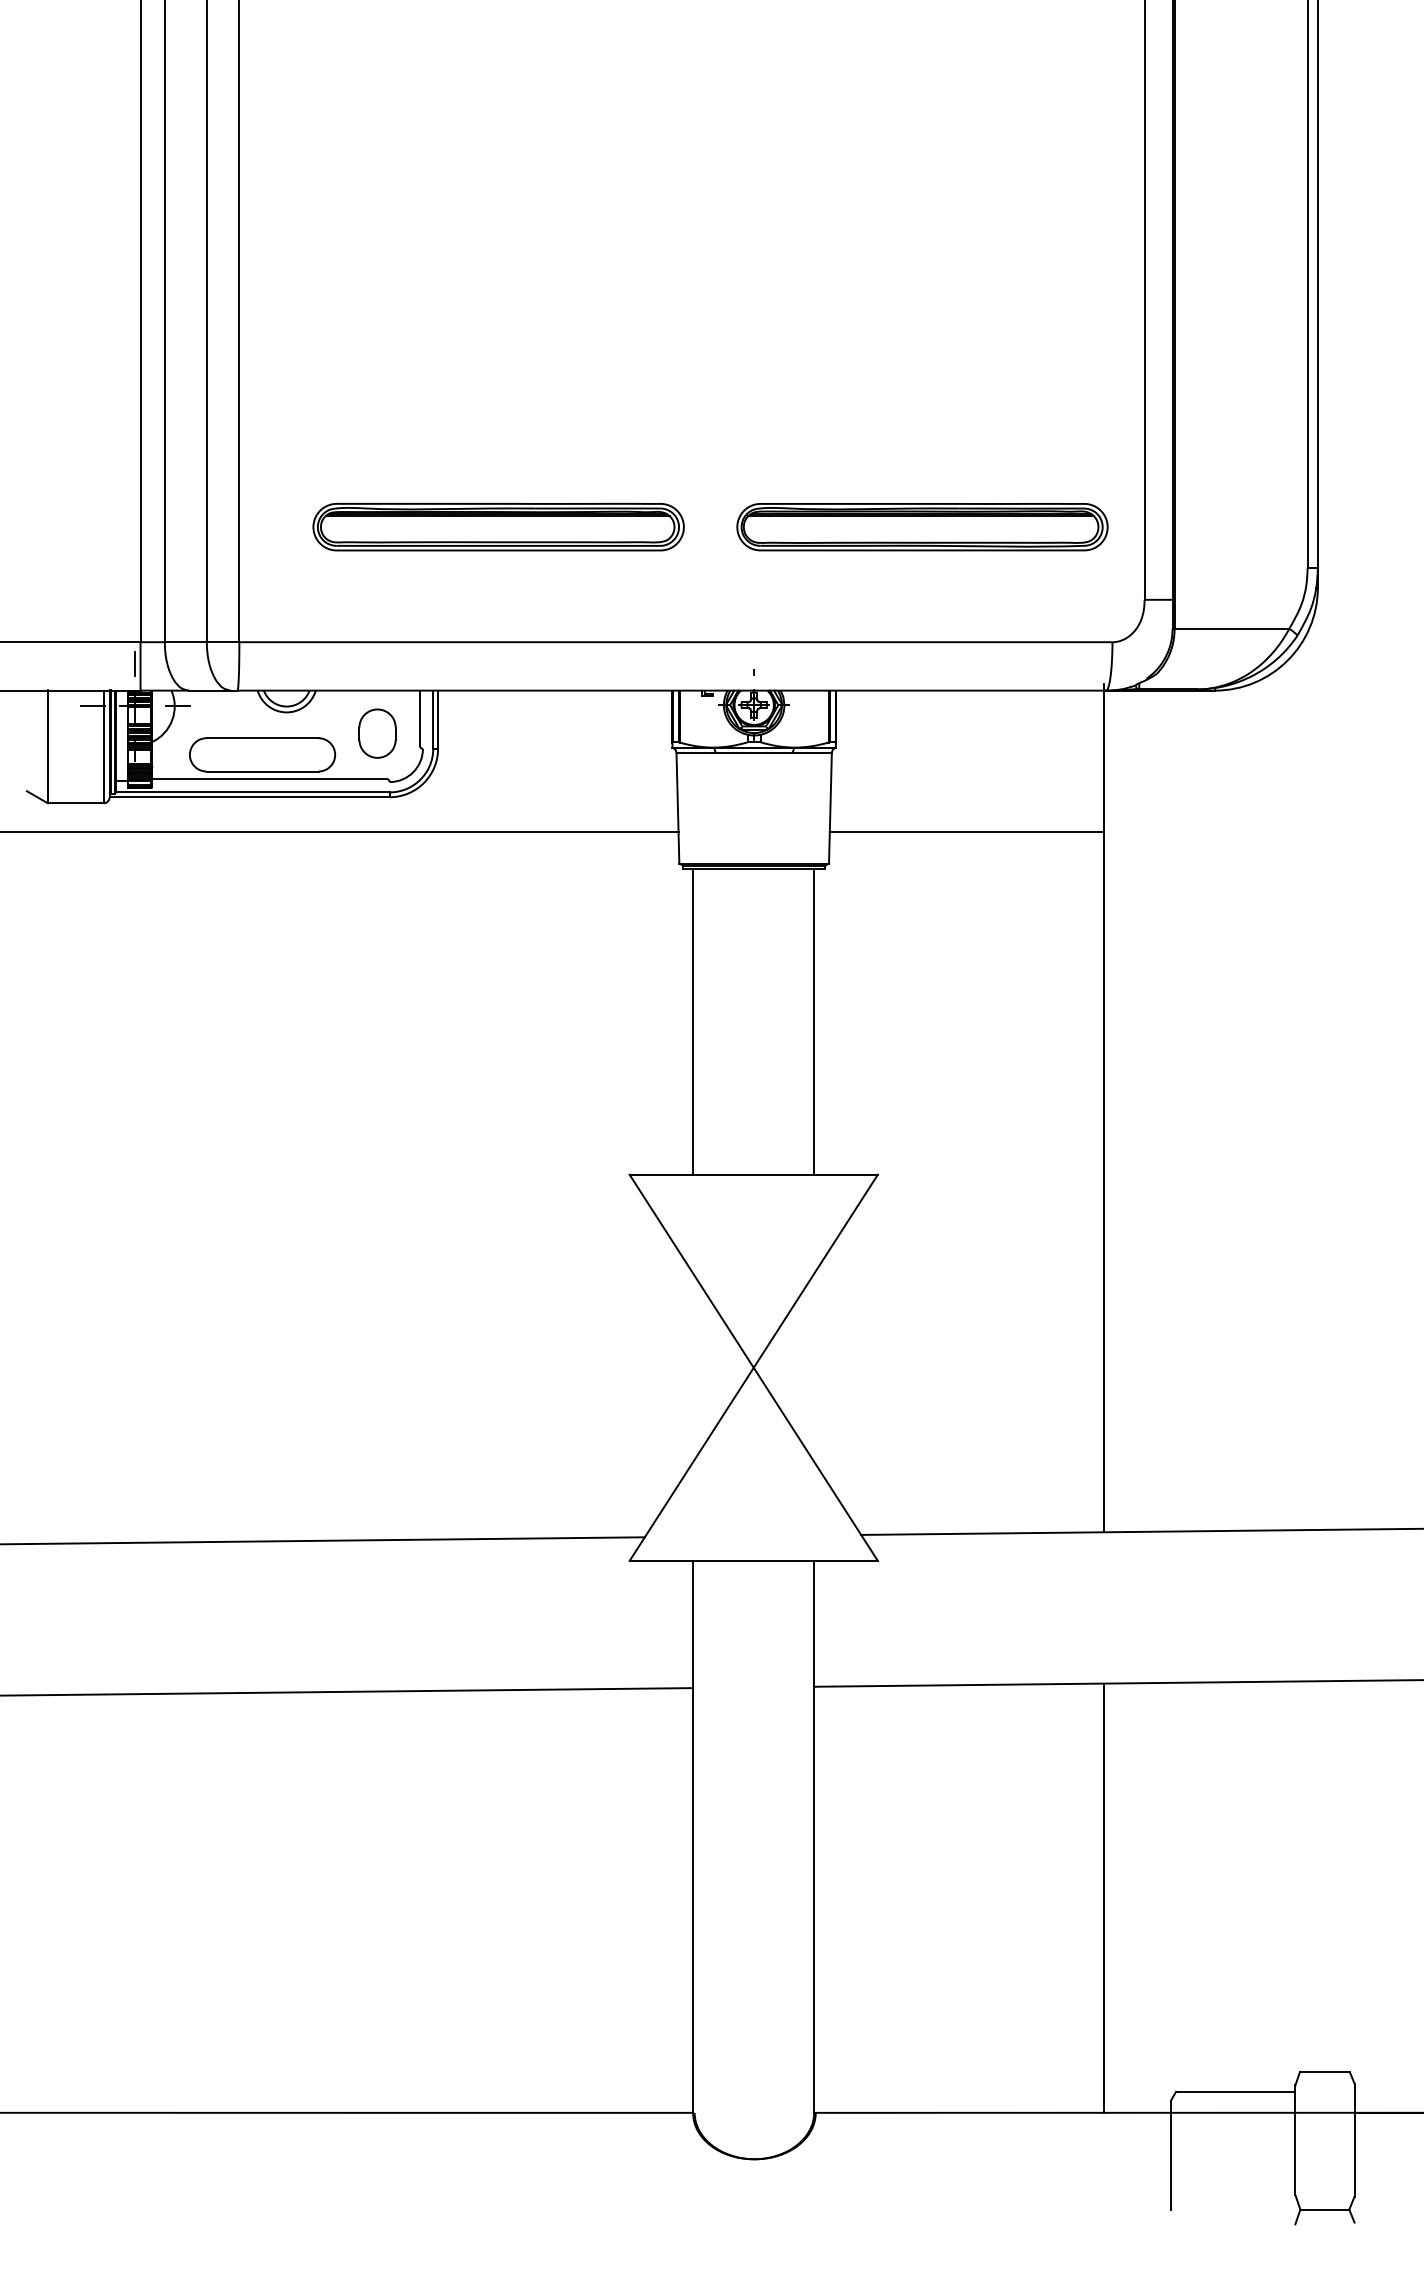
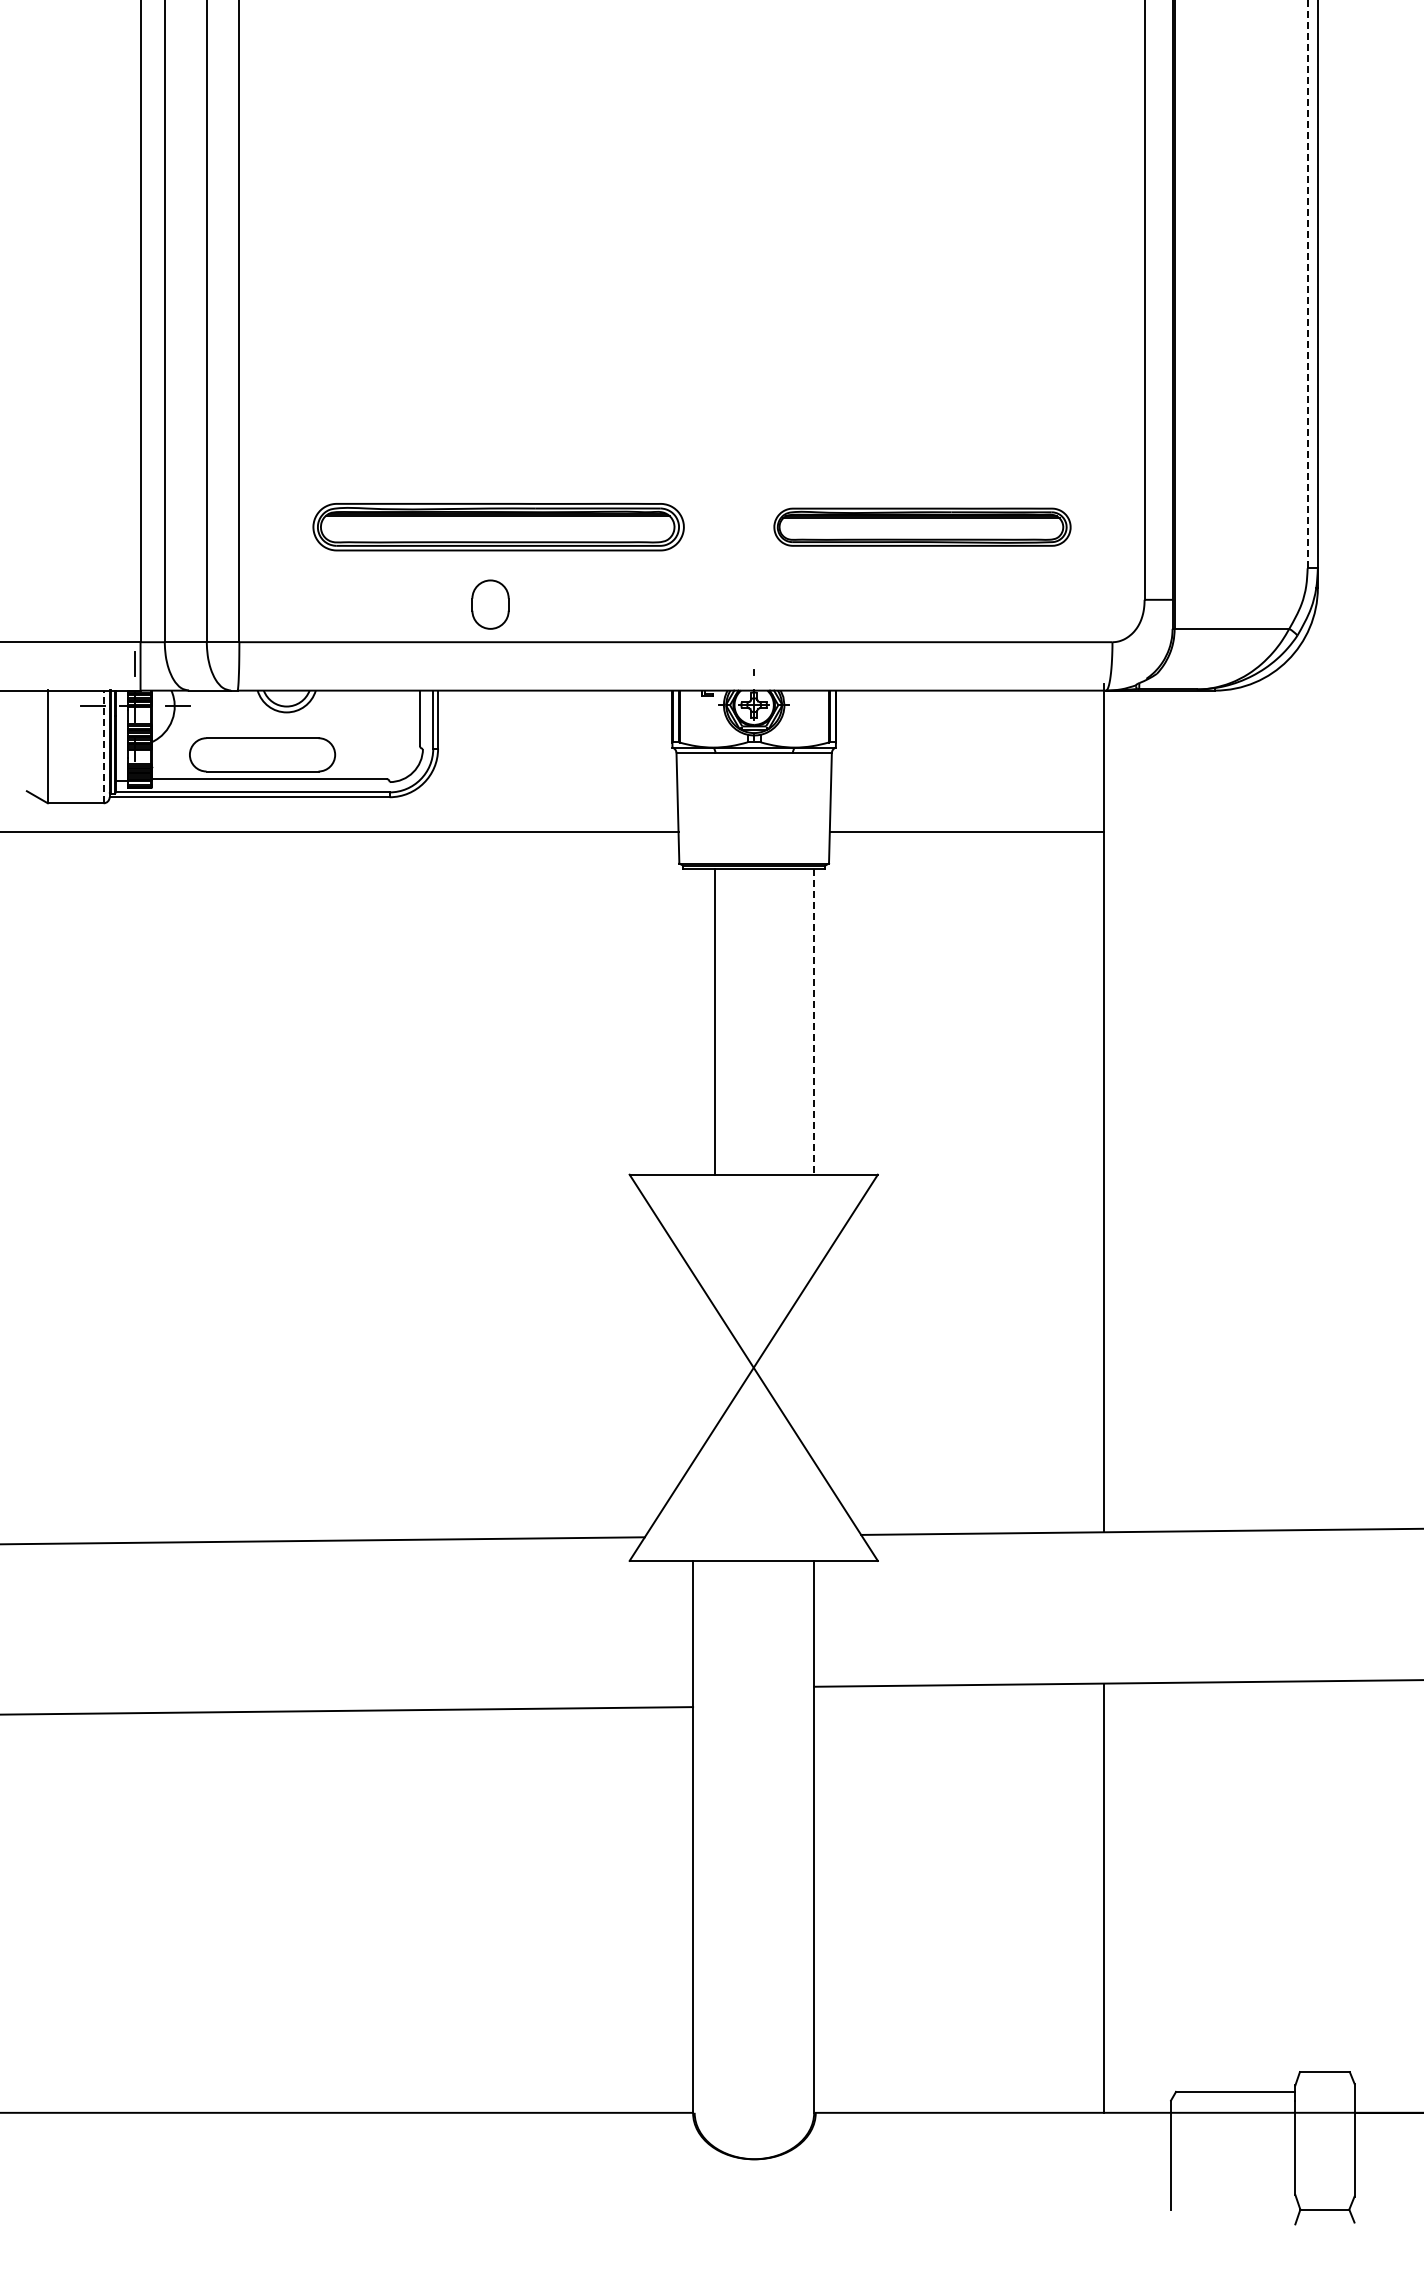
line at (1307, 284): solid -> dashed
part at (922, 527) size: 373x49 px -> 299x40 px
part at (377, 733) position: (377, 733) -> (490, 604)
line at (103, 746): solid -> dashed
line at (693, 1021) position: (693, 1021) -> (715, 1021)
line at (814, 1022): solid -> dashed
line at (347, 1691) position: (347, 1691) -> (347, 1710)
